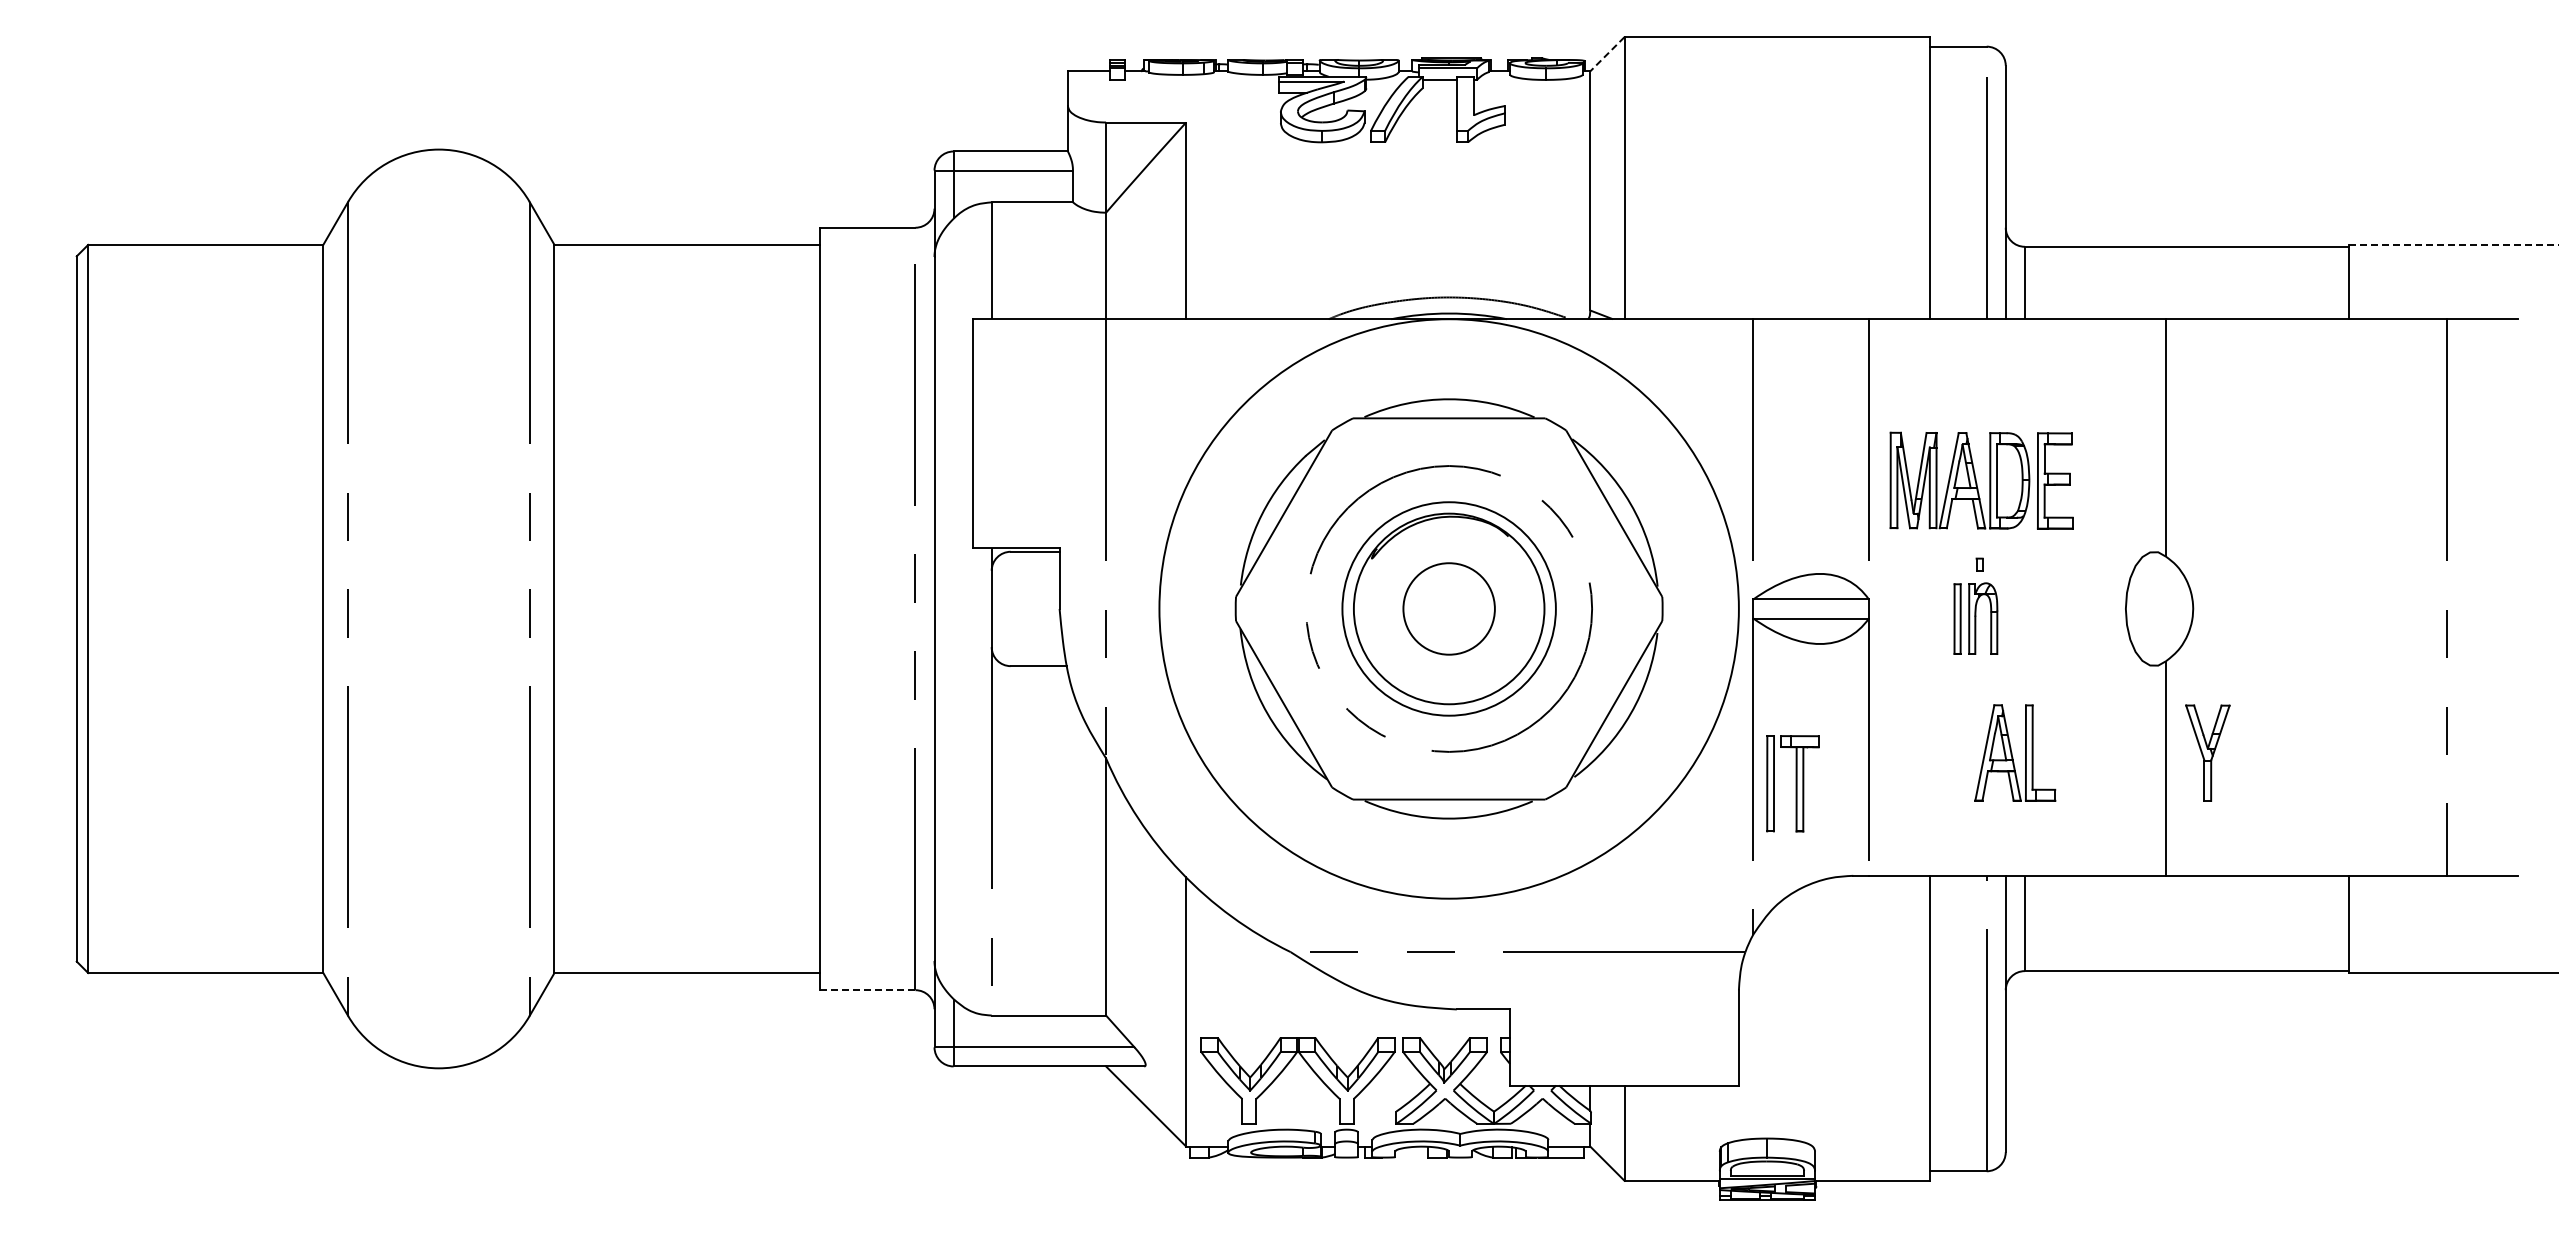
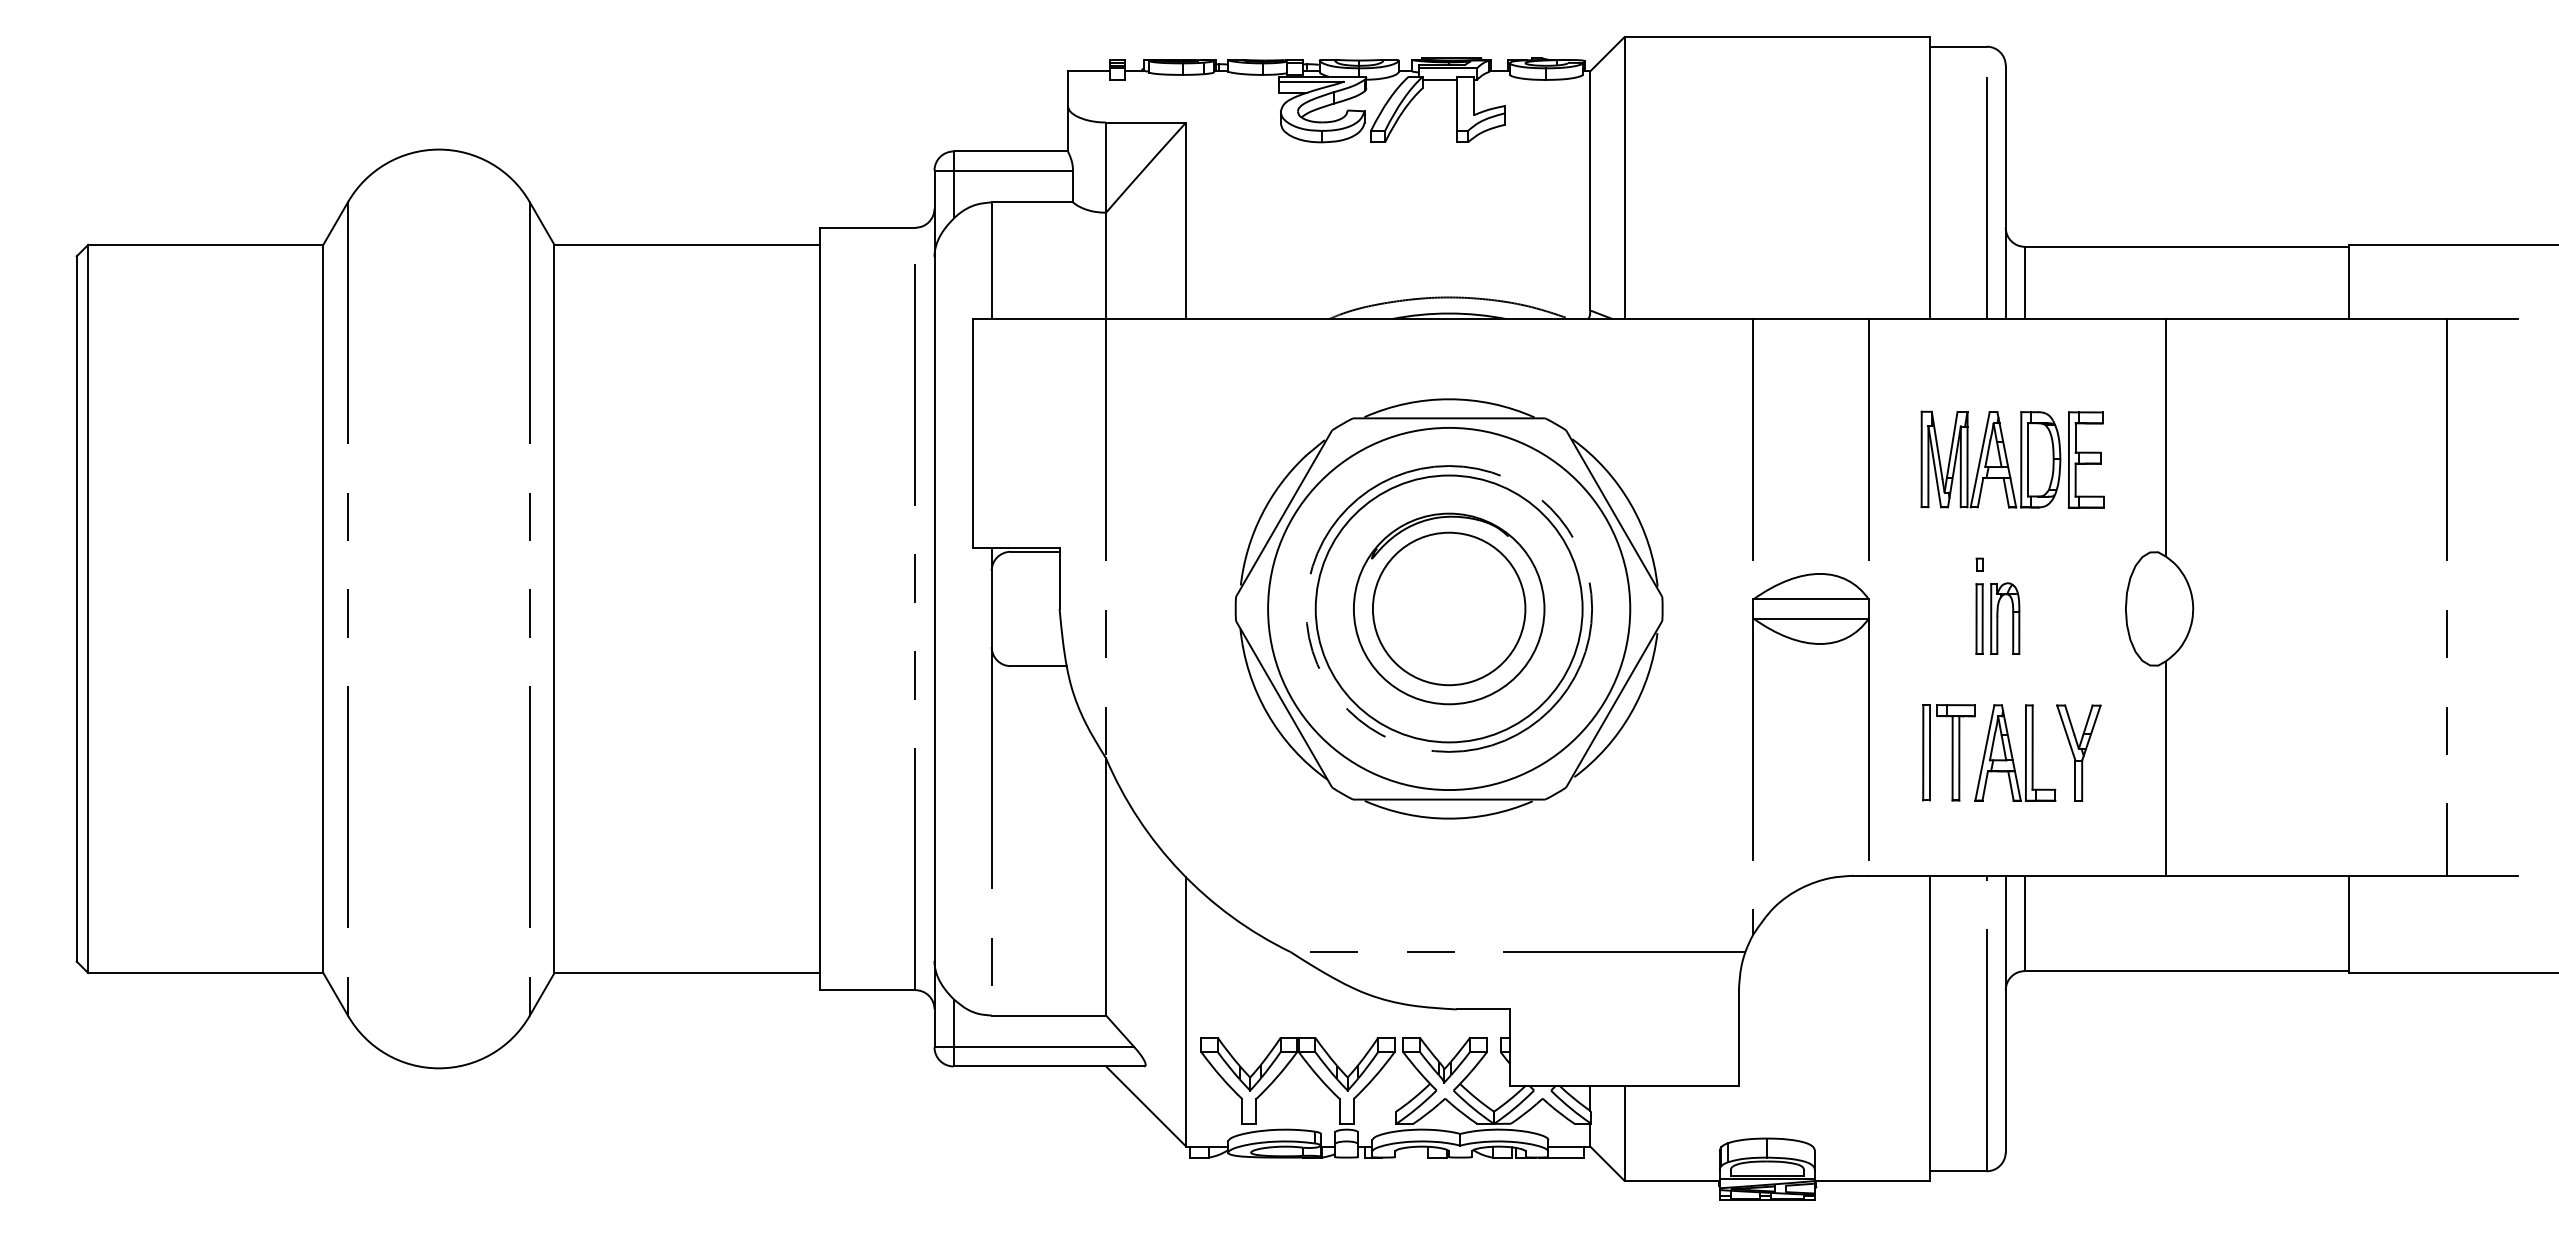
line at (1607, 54): dashed -> solid
line at (2453, 244): dashed -> solid
part at (1981, 480) position: (1981, 480) -> (2012, 459)
circle at (1448, 608) diameter: 213 px -> 267 px
circle at (1448, 608) diameter: 579 px -> 362 px
circle at (1448, 608) diameter: 91 px -> 152 px
part at (1975, 618) position: (1975, 618) -> (1997, 618)
part at (2207, 752) position: (2207, 752) -> (2078, 752)
part at (1792, 783) position: (1792, 783) -> (1948, 752)
line at (867, 990): dashed -> solid
